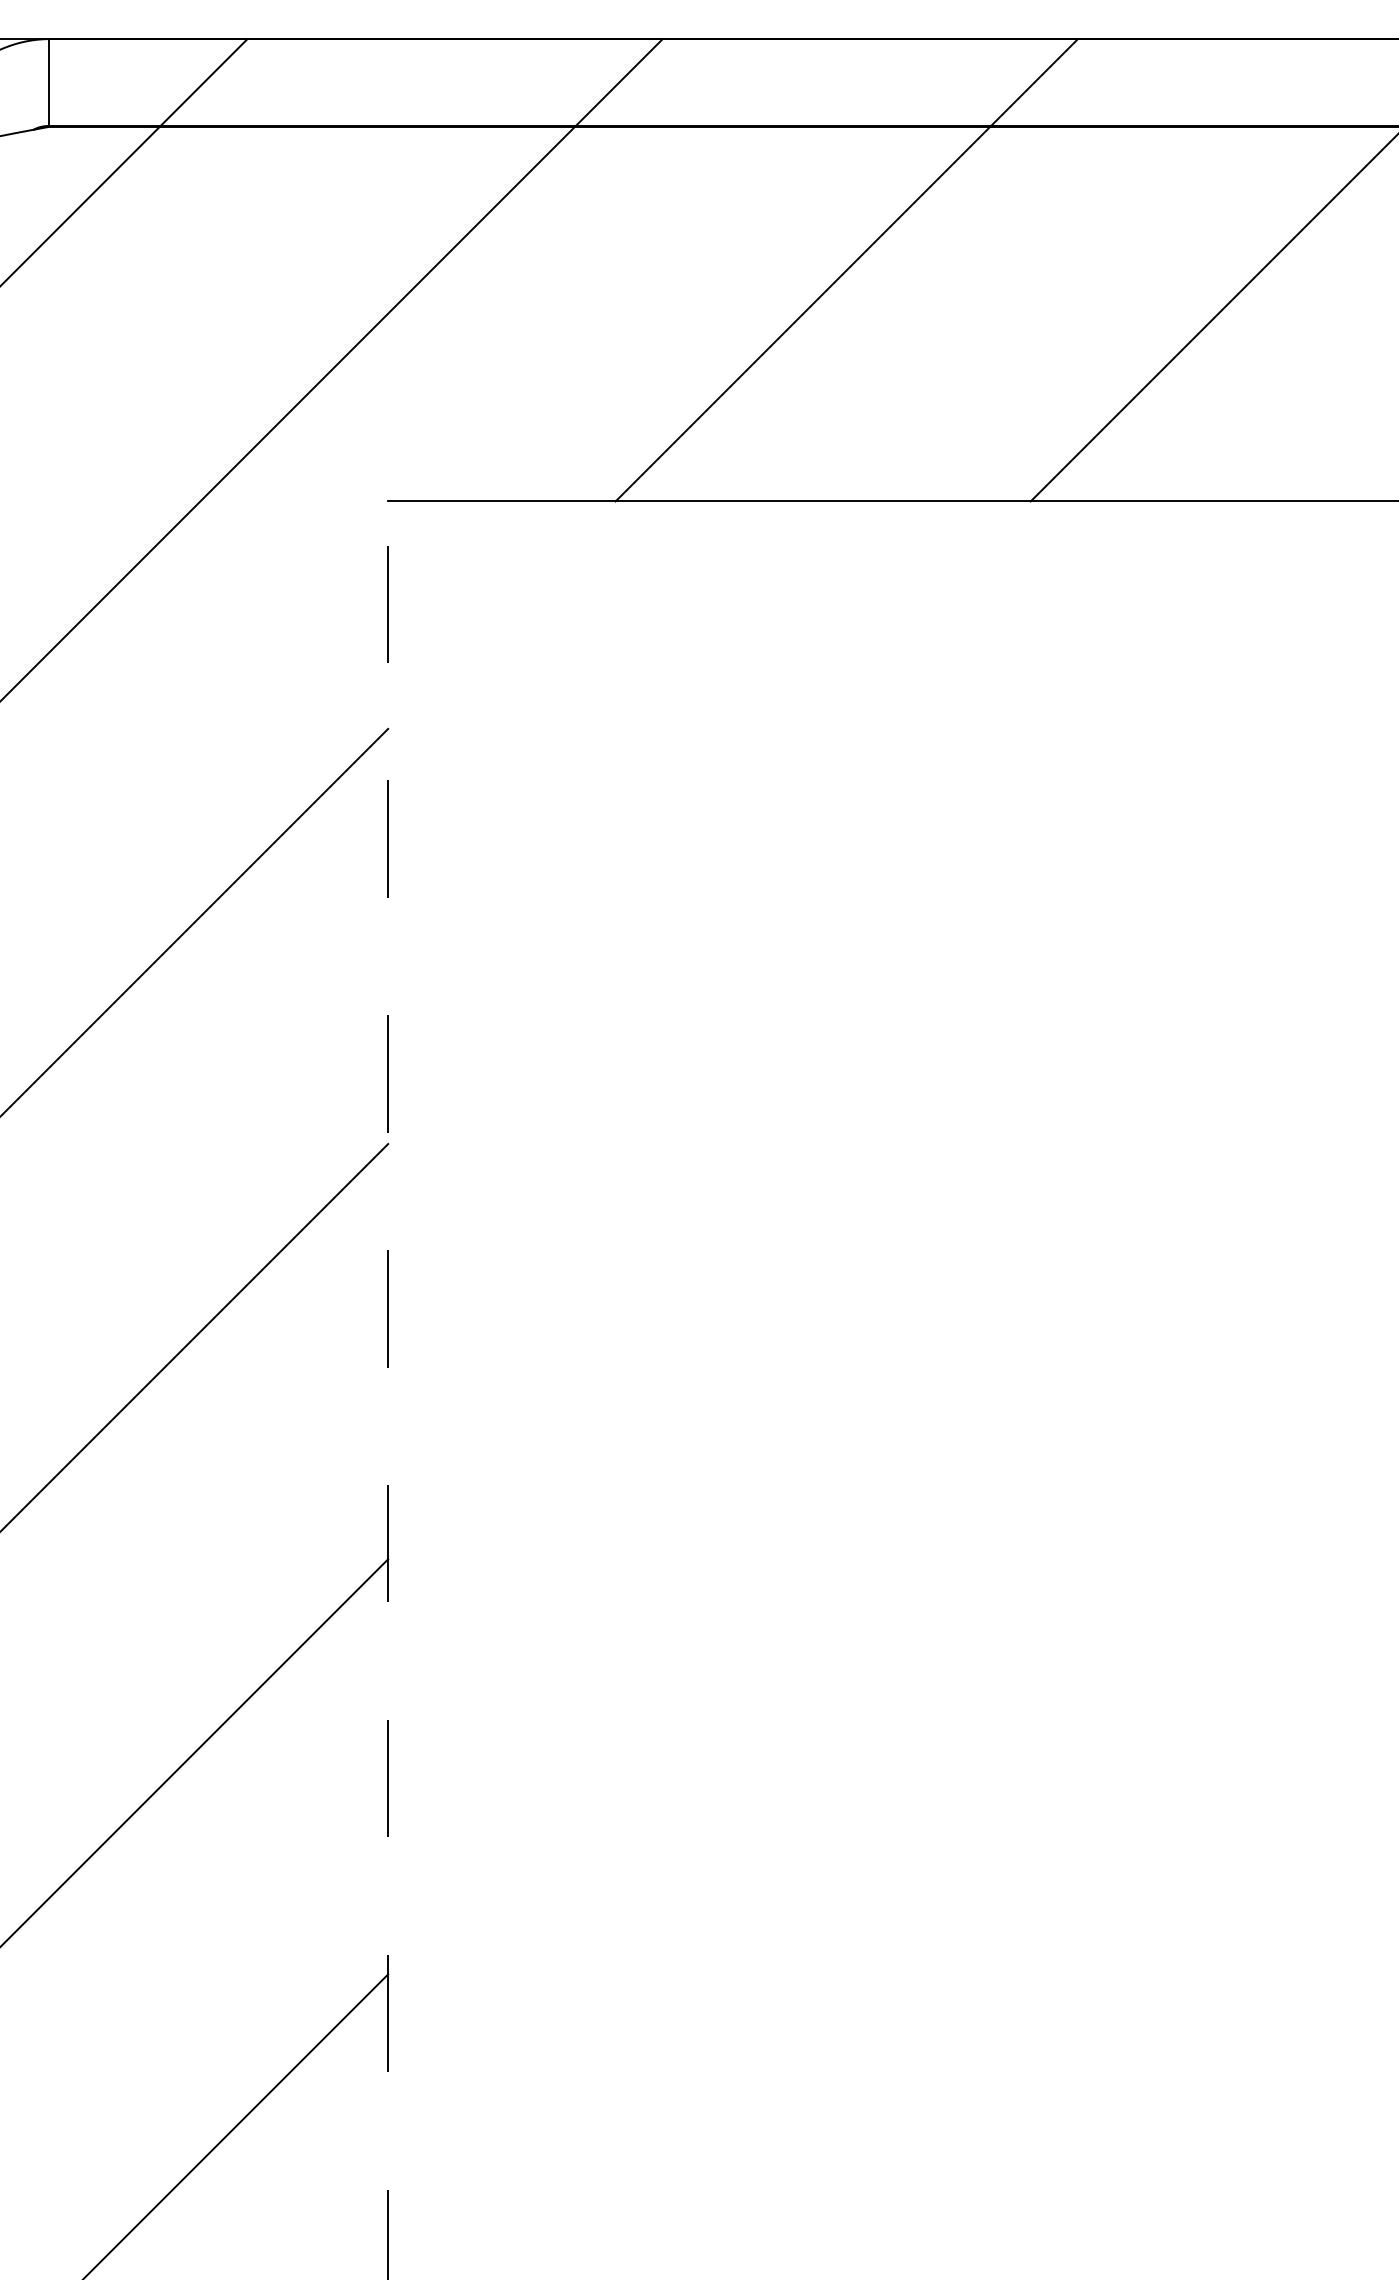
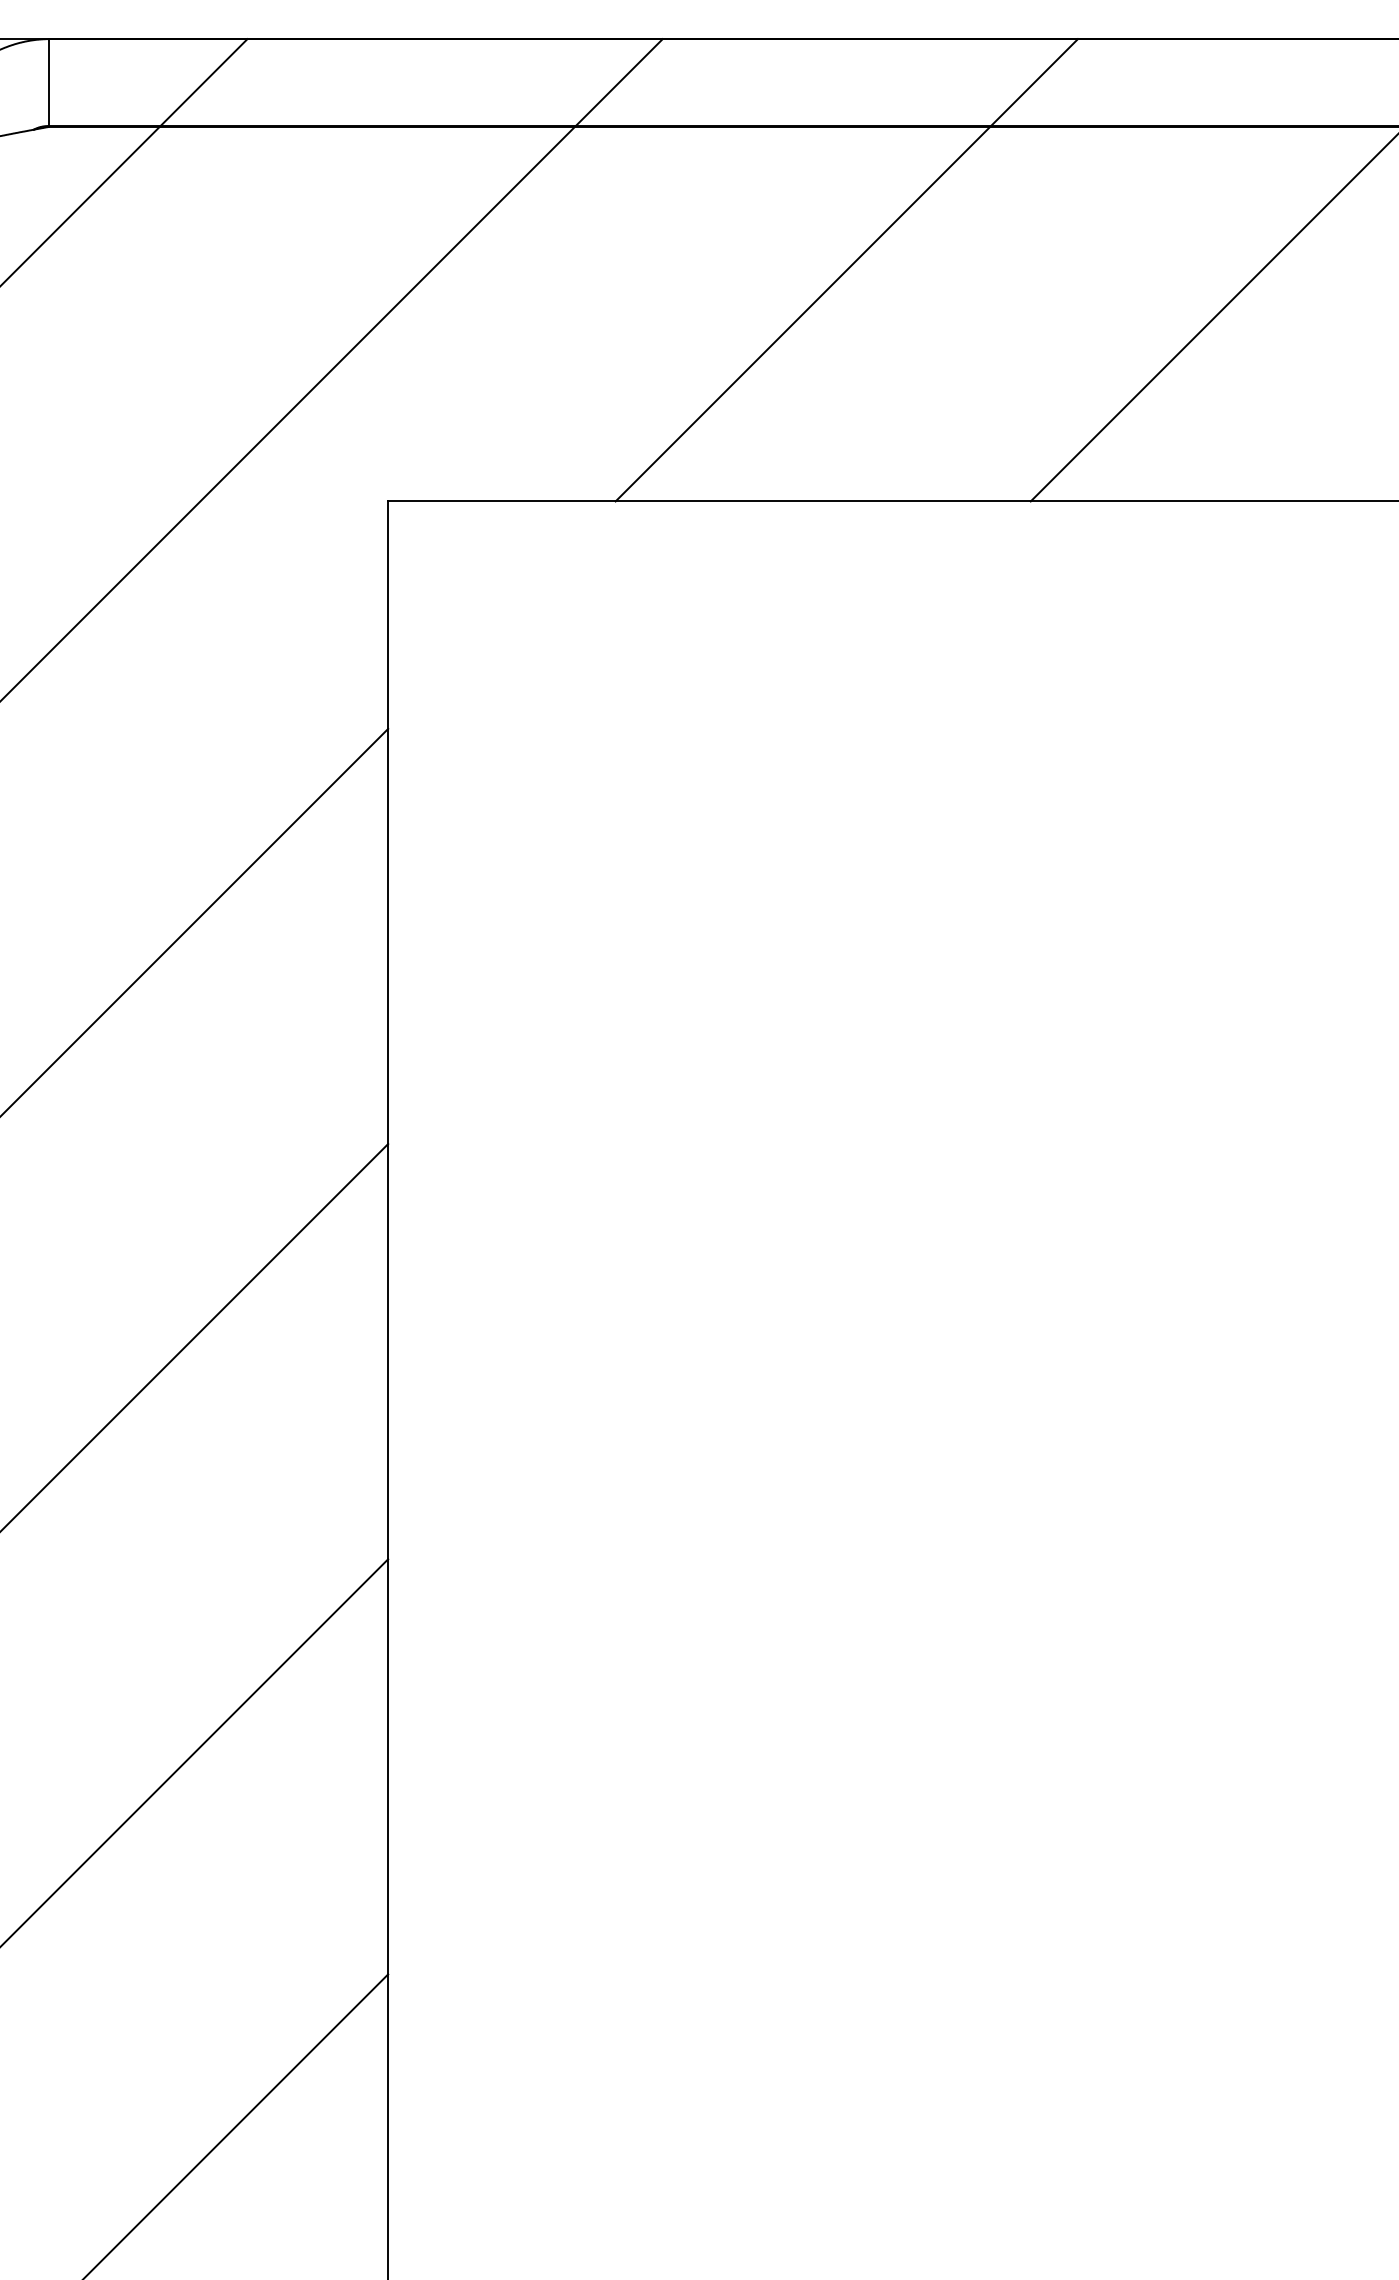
line at (388, 1390): dashed -> solid
